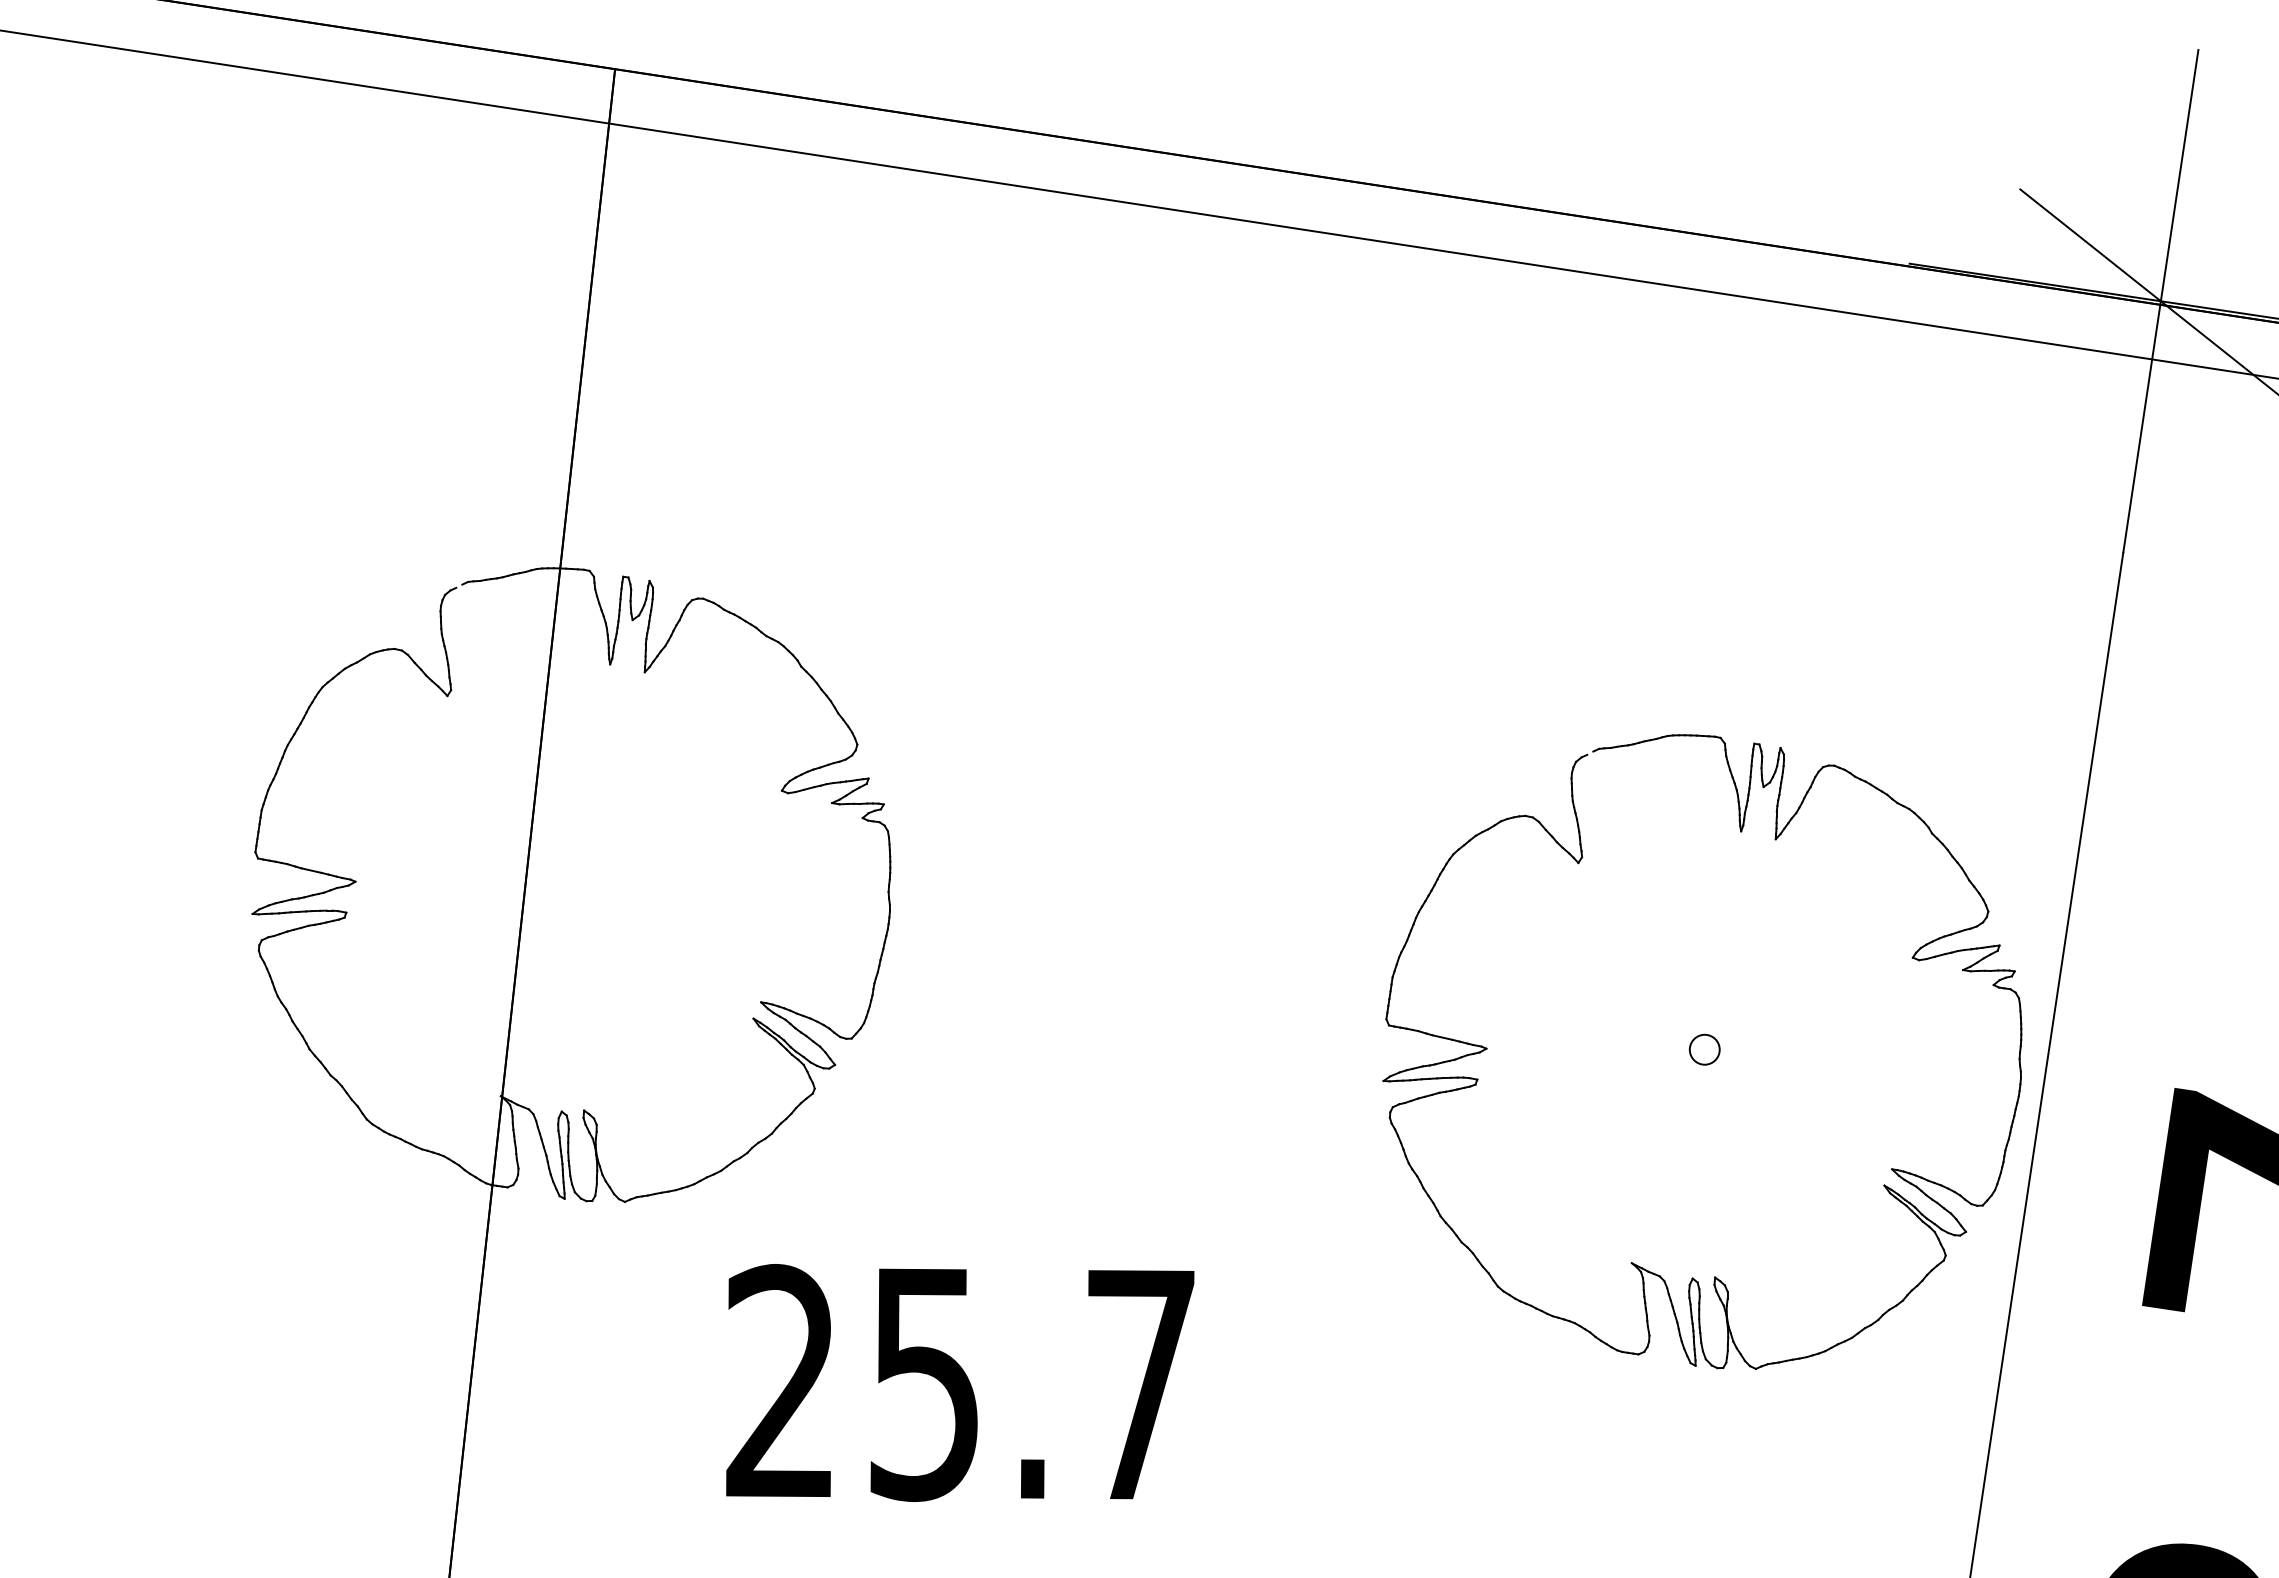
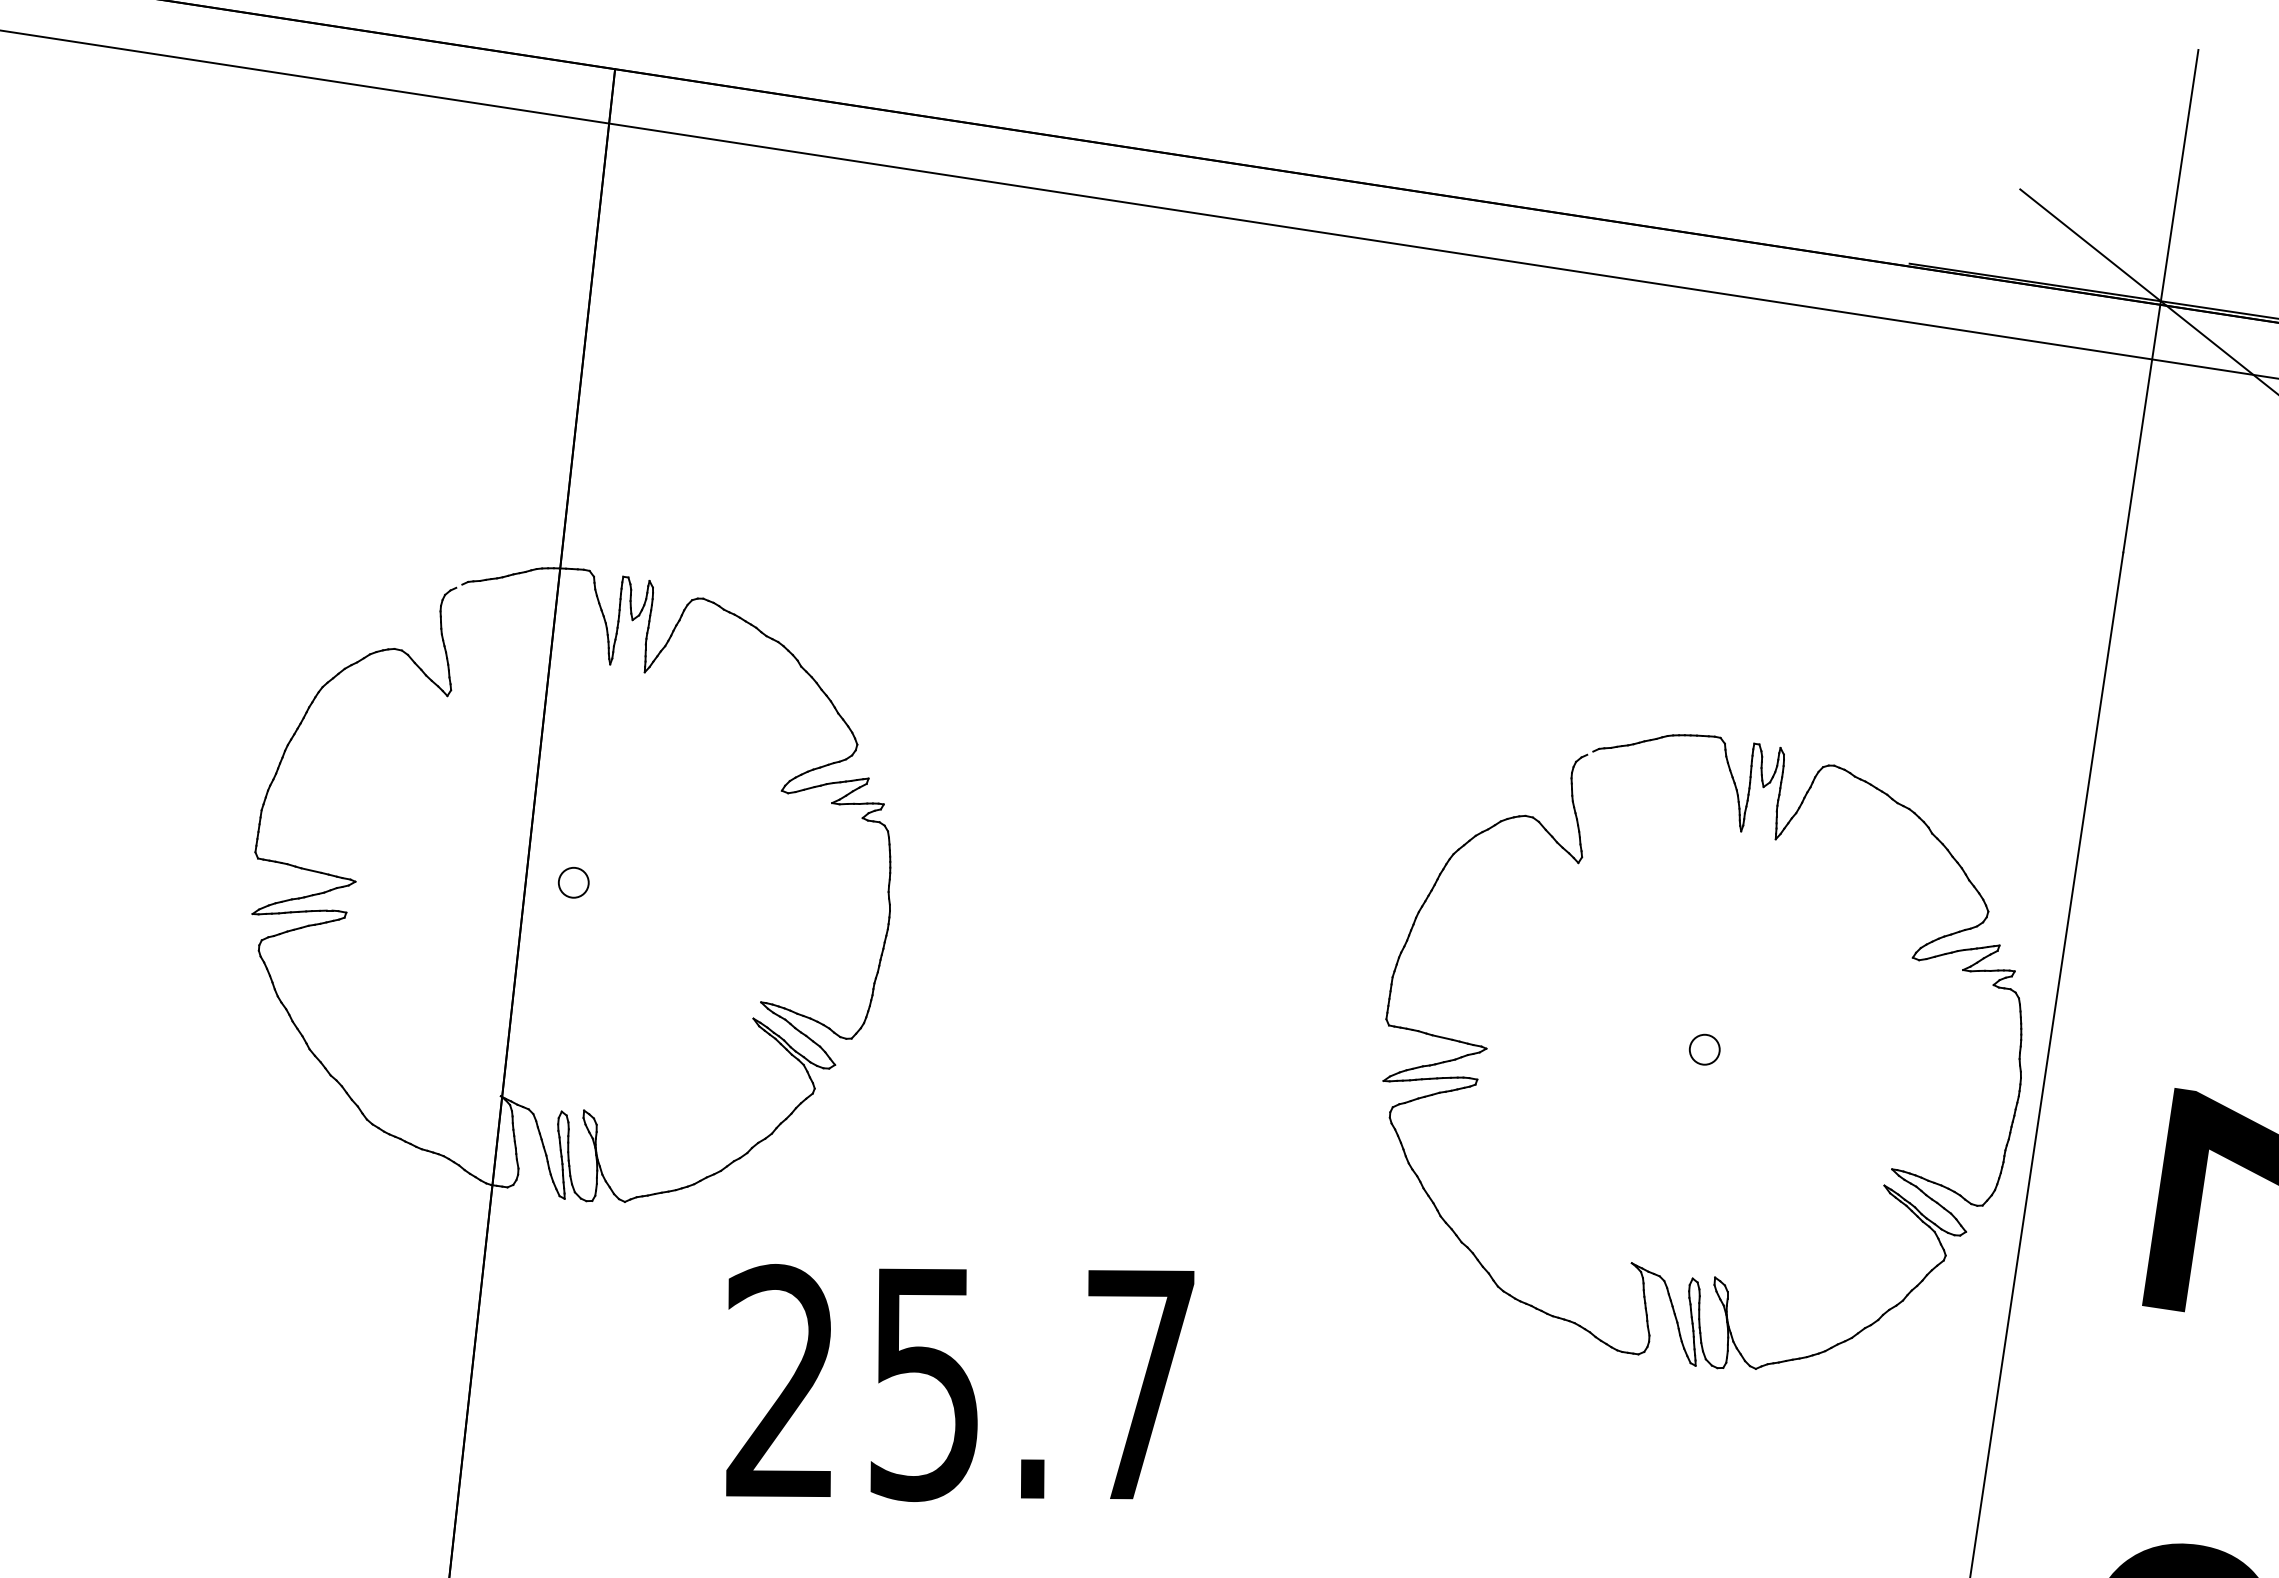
circle at (573, 882): none -> present
